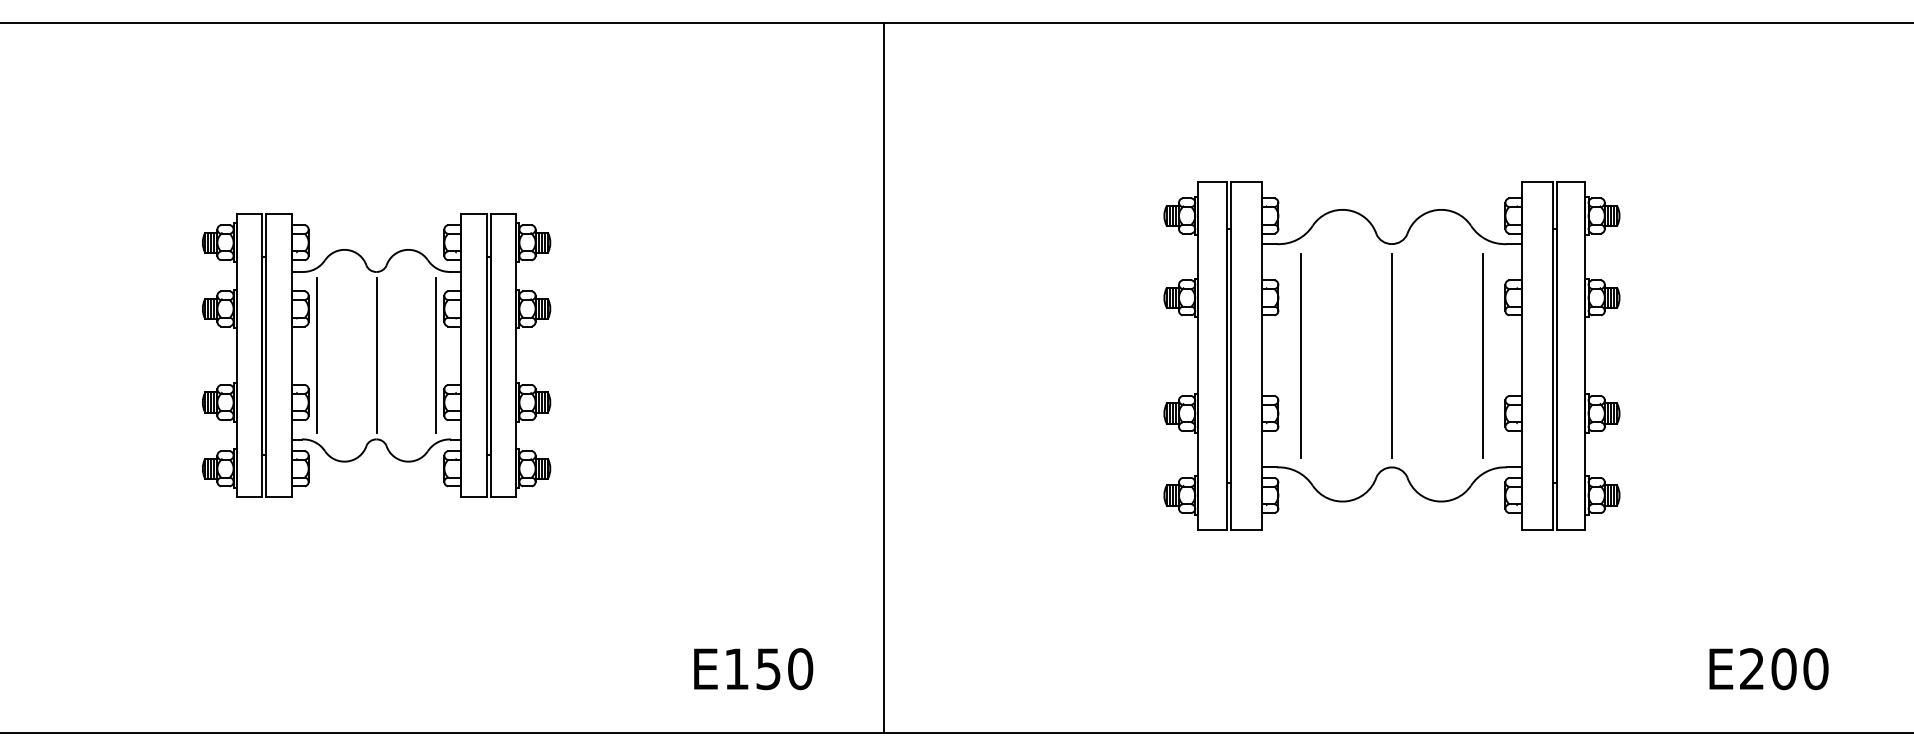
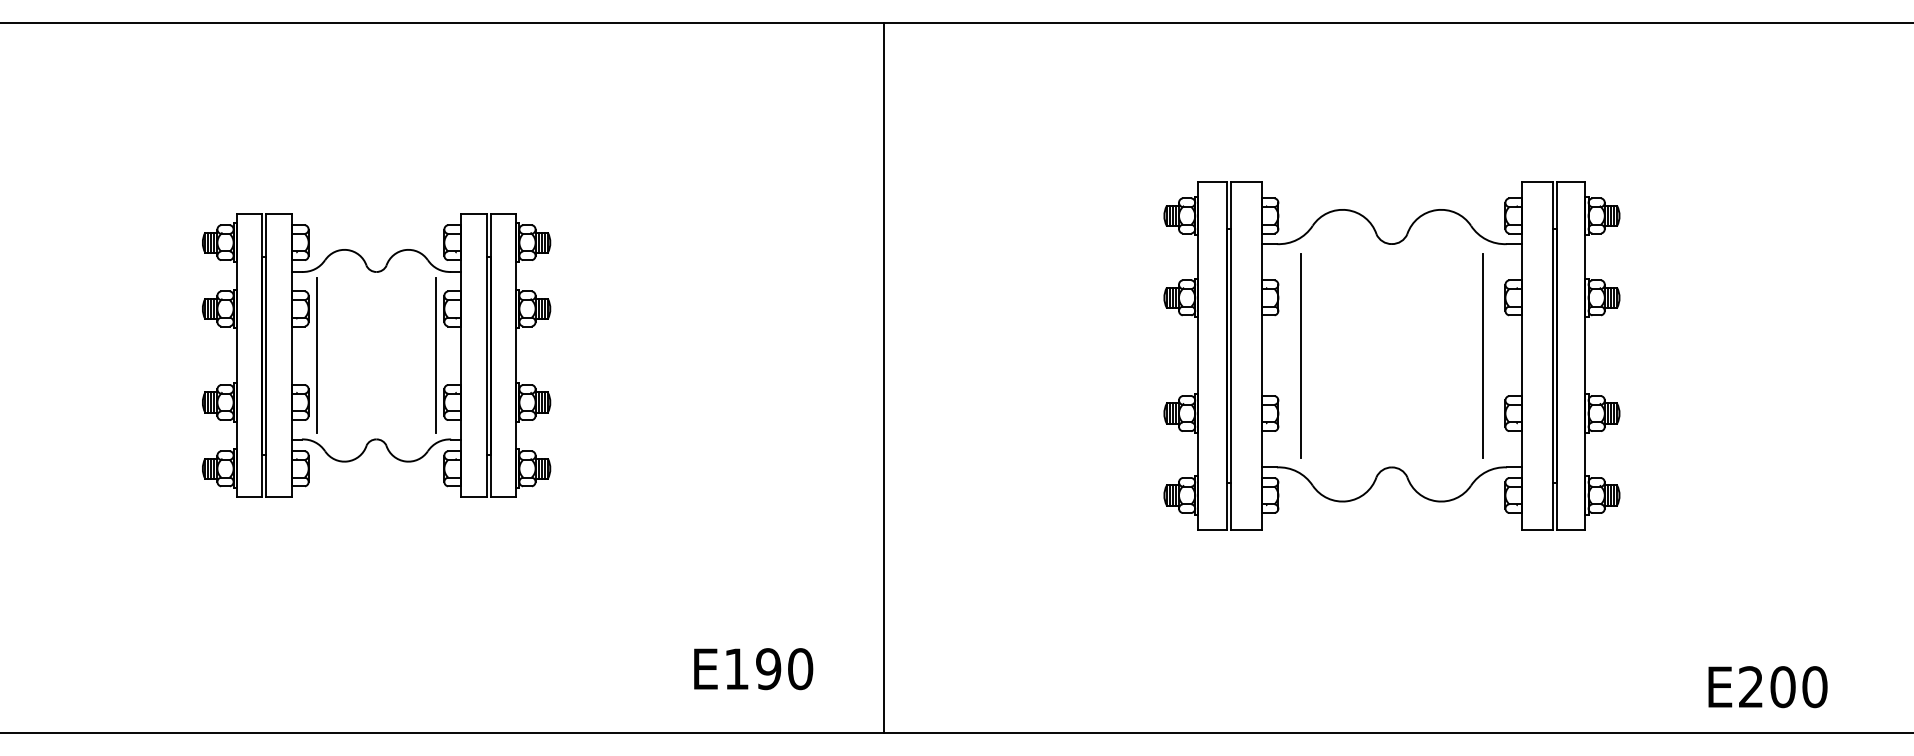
line at (376, 355): present -> none
line at (1391, 355): present -> none
text at (768, 668): E150 -> E190
text at (1768, 669) position: (1768, 669) -> (1767, 687)
